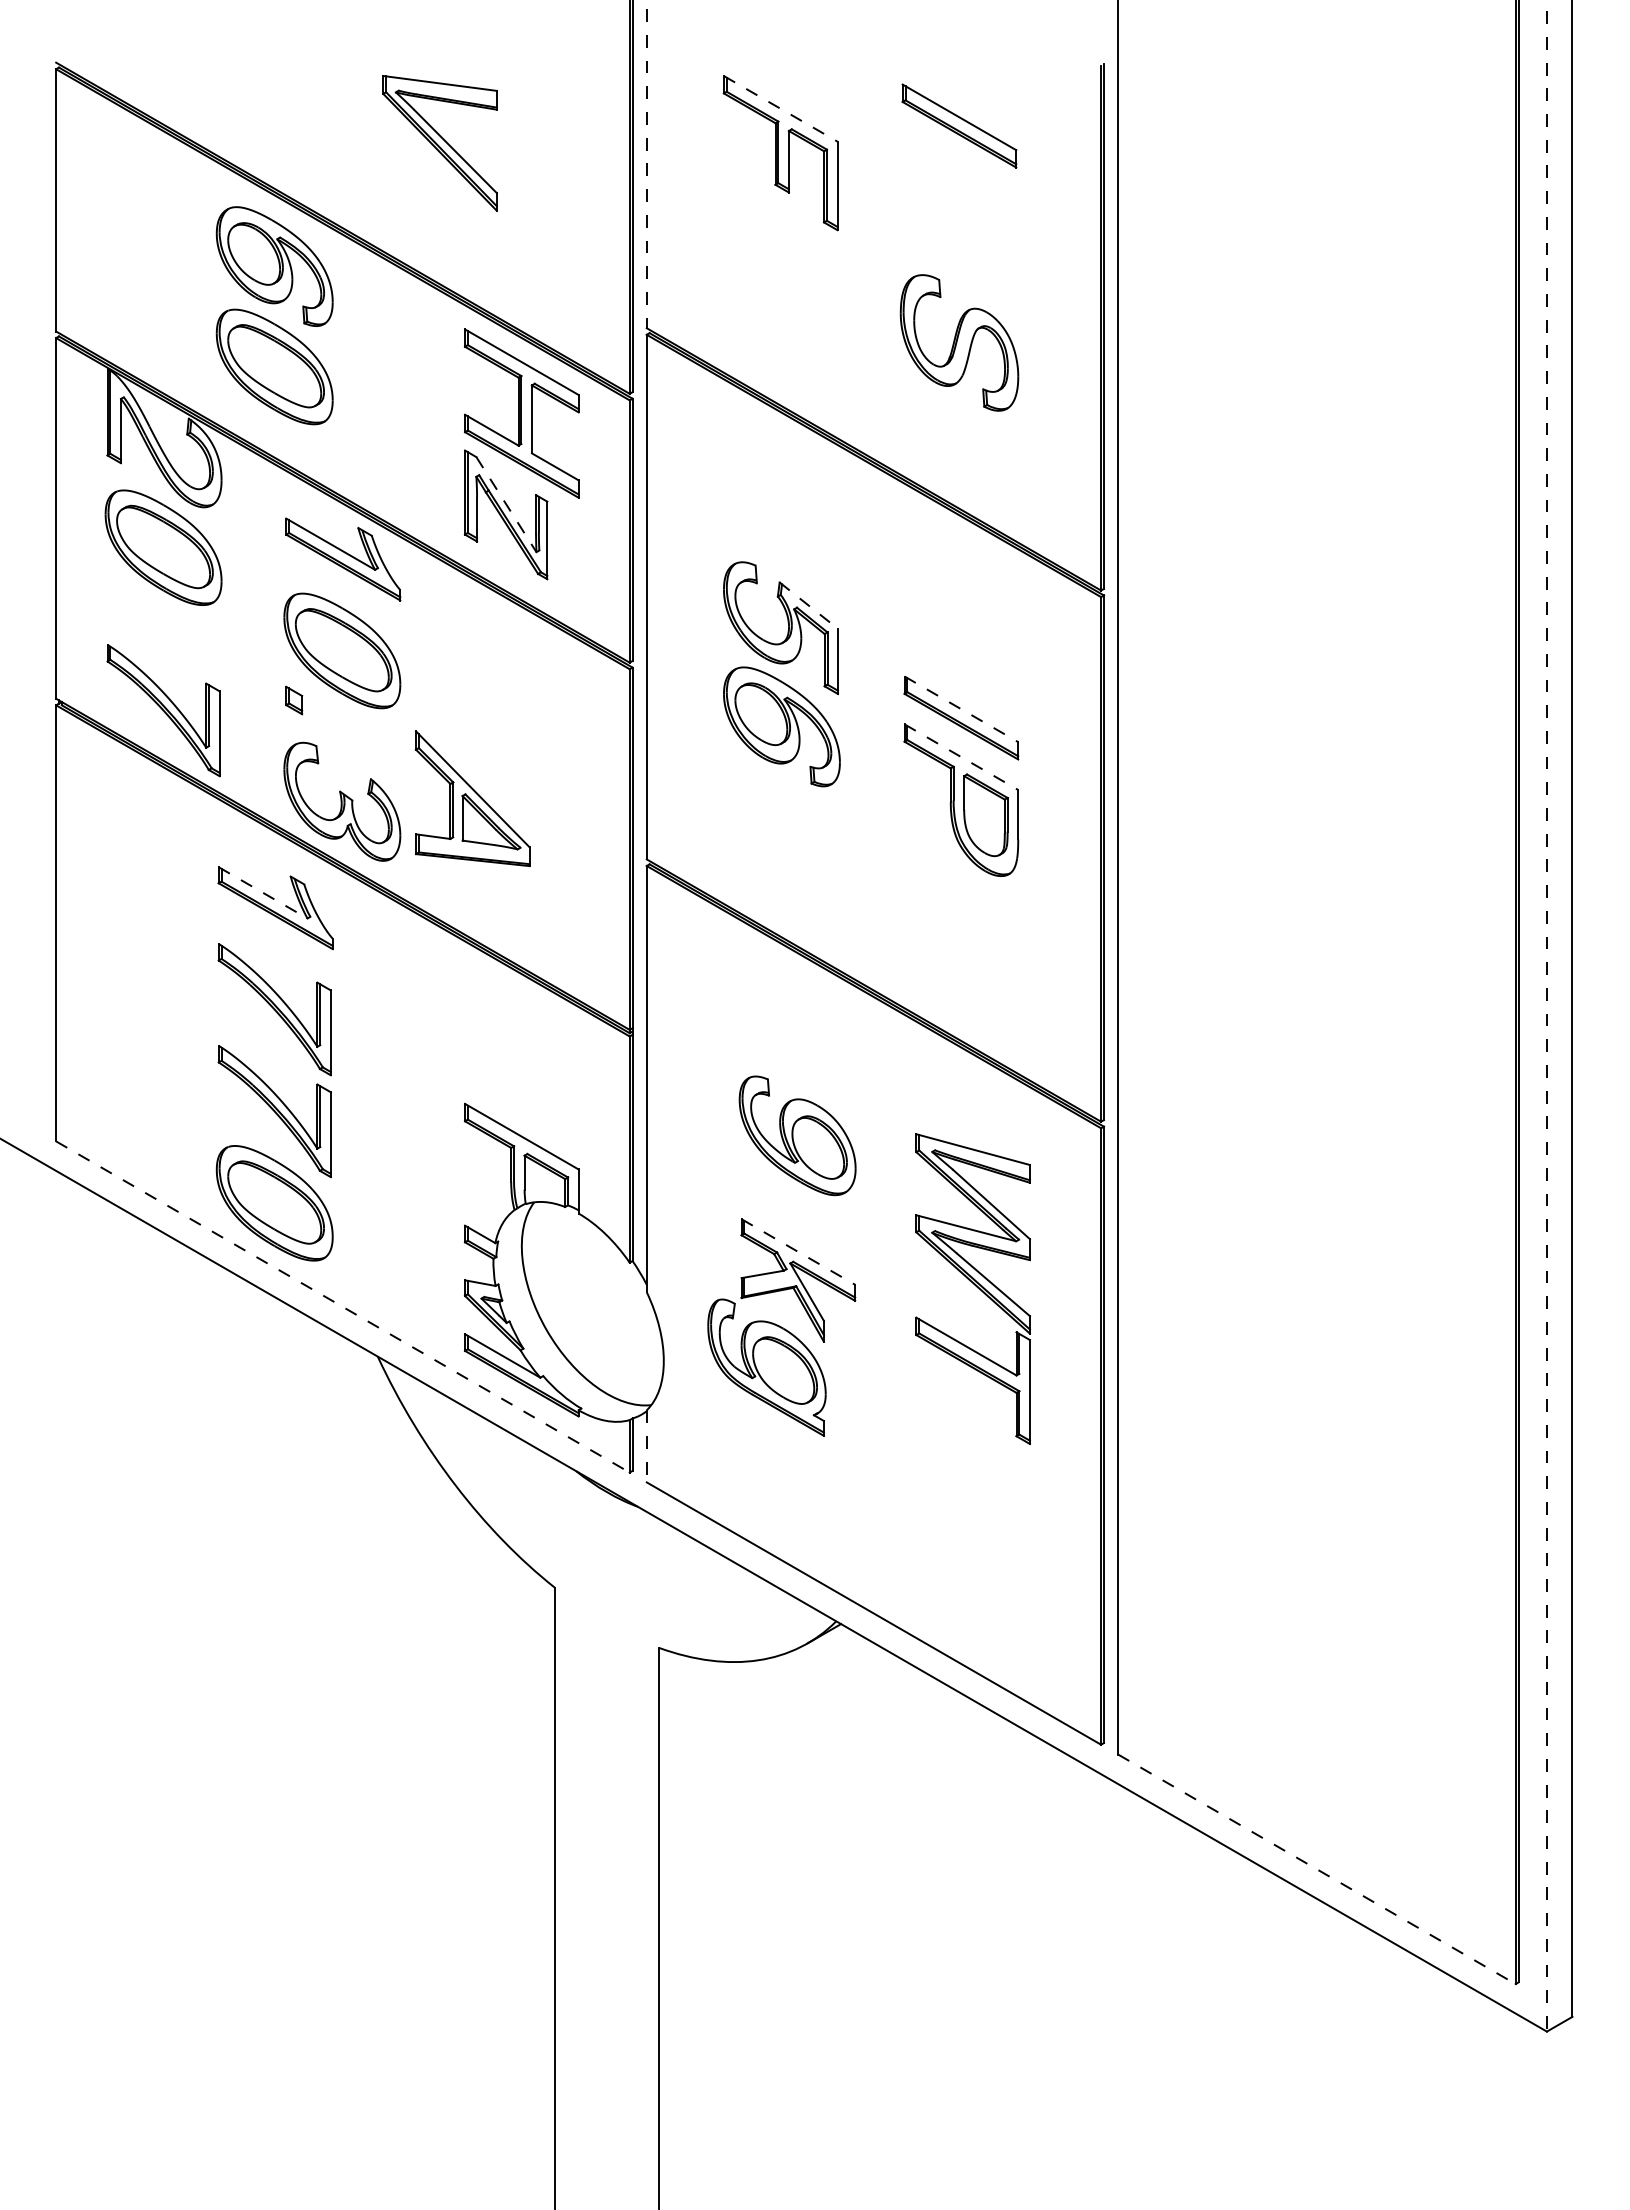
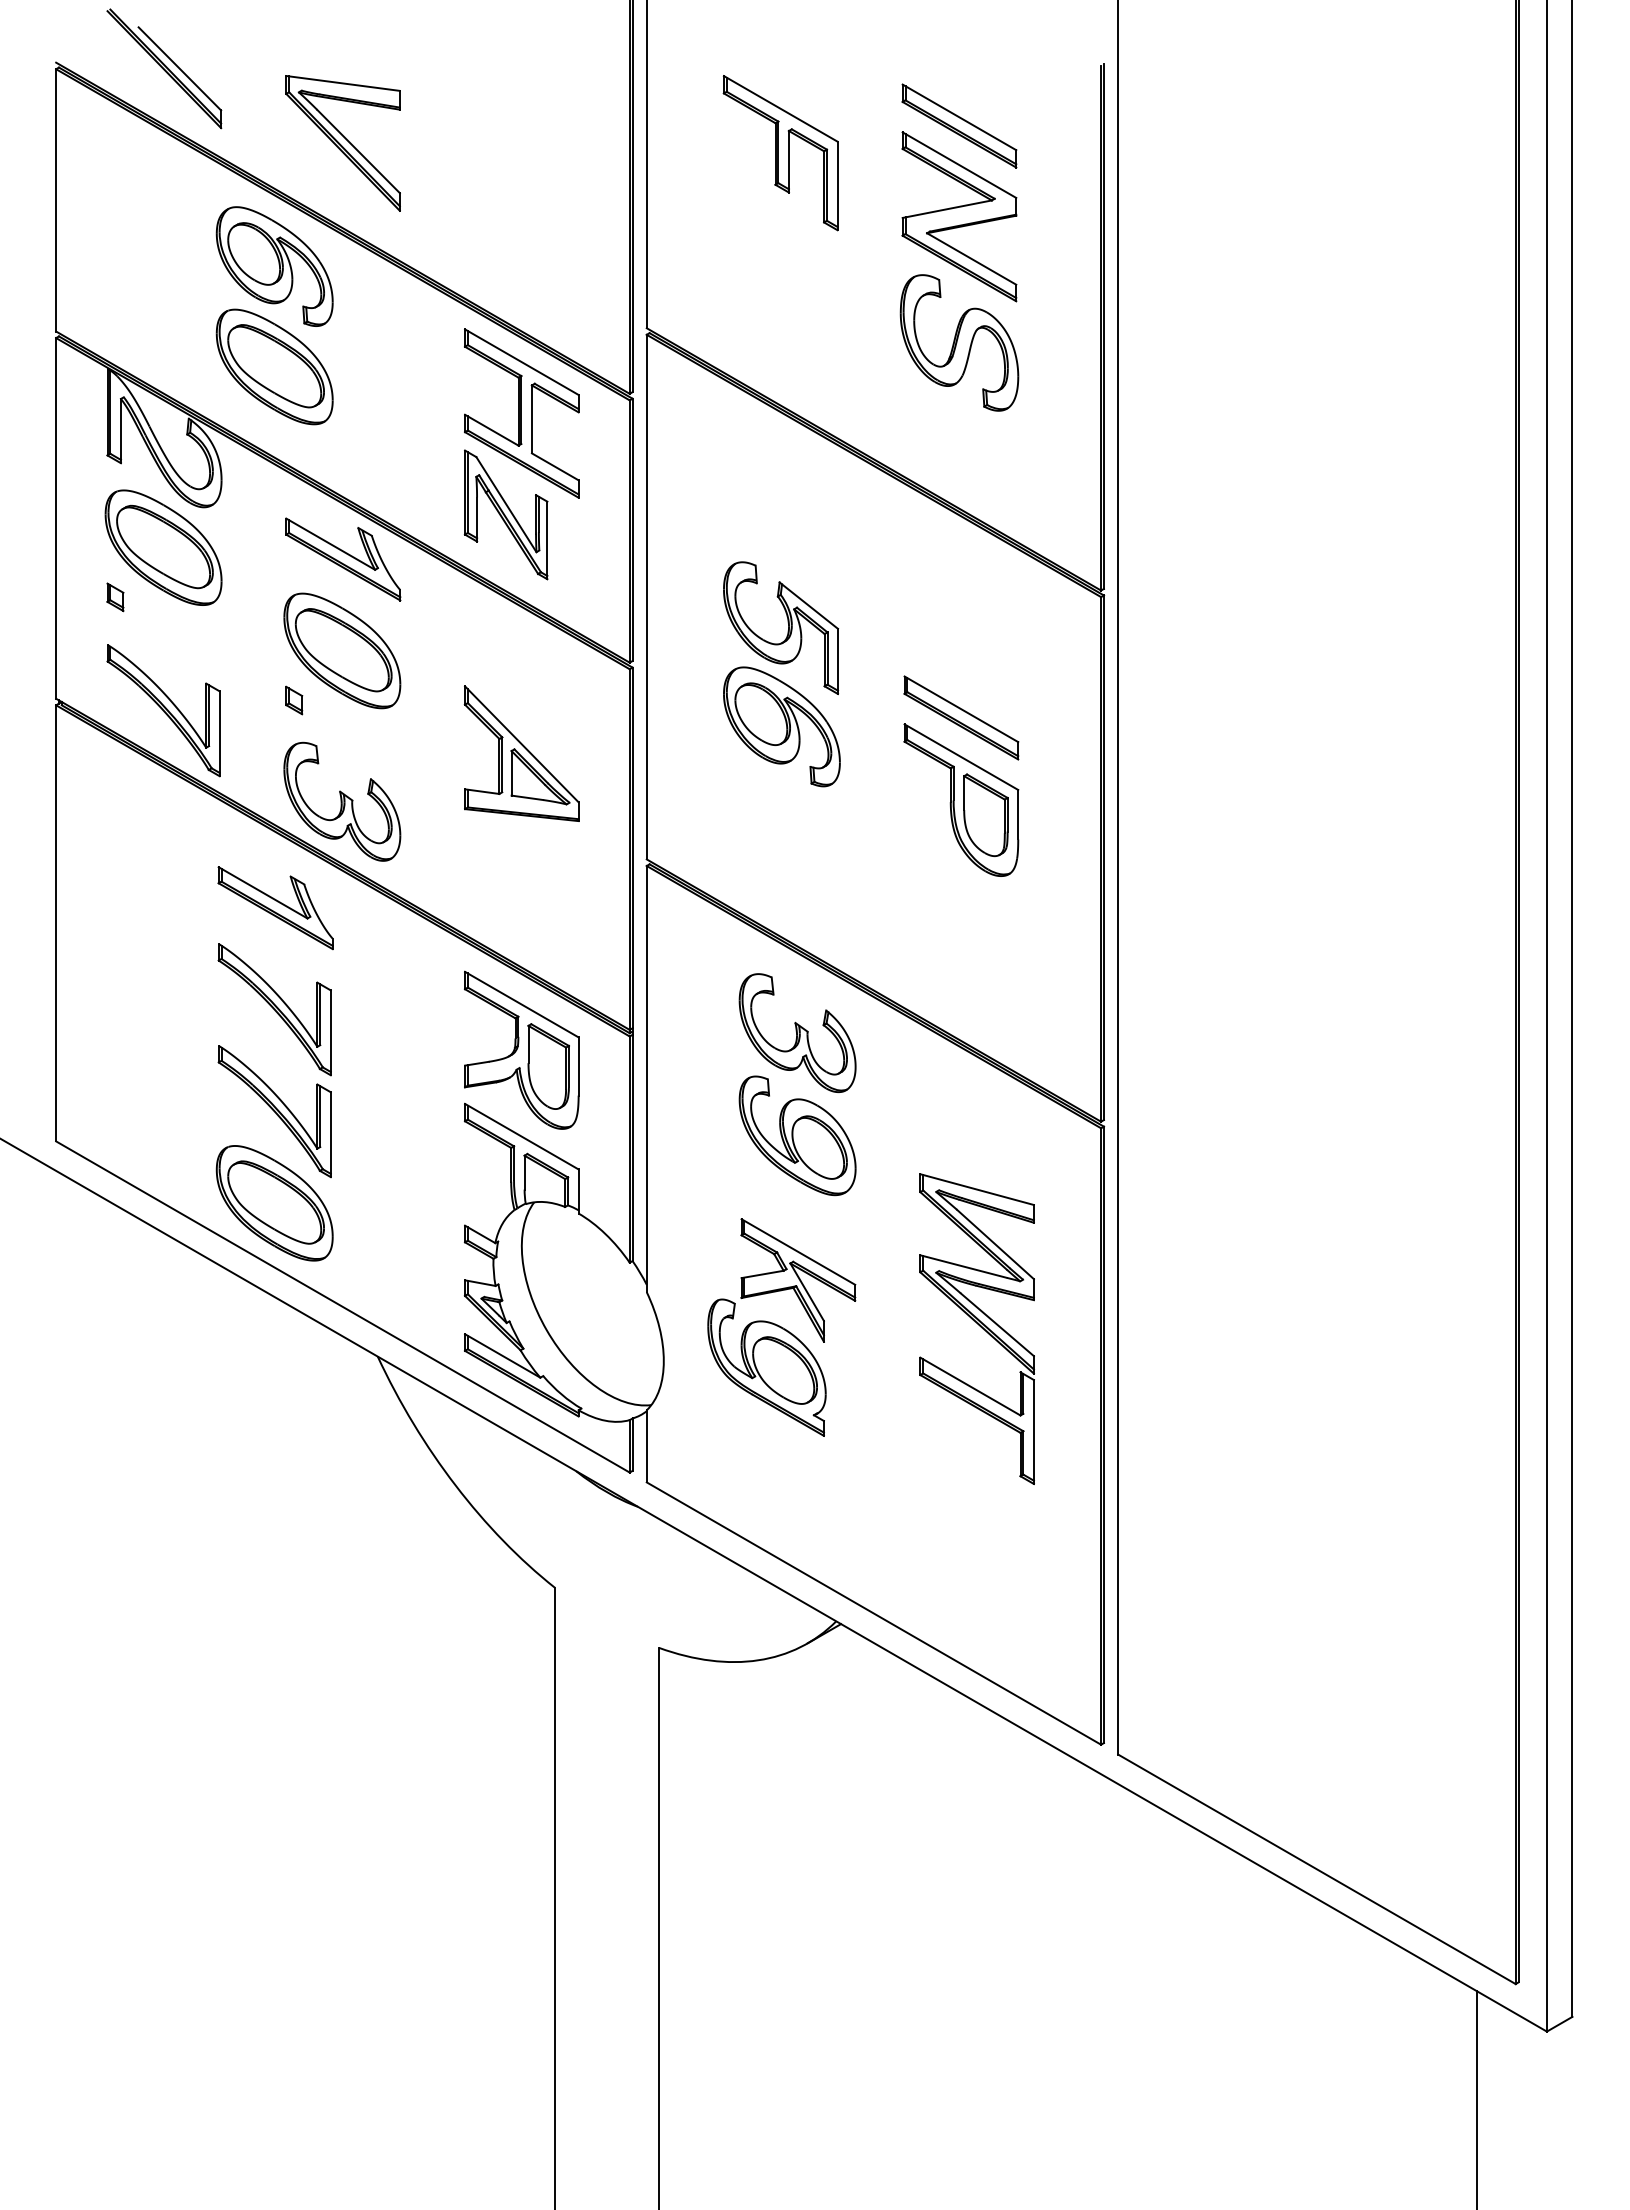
part at (164, 68): none -> present
line at (780, 108): dashed -> solid
part at (439, 143) position: (439, 143) -> (342, 143)
line at (646, 164): dashed -> solid
part at (959, 216): none -> present
line at (506, 505): dashed -> solid
part at (115, 597): none -> present
line at (809, 605): dashed -> solid
line at (961, 709): dashed -> solid
line at (961, 757): dashed -> solid
part at (472, 798) position: (472, 798) -> (521, 753)
line at (263, 893): dashed -> solid
line at (1546, 1016): dashed -> solid
part at (797, 1032): none -> present
part at (521, 1049): none -> present
line at (798, 1252): dashed -> solid
part at (972, 1288) position: (972, 1288) -> (976, 1328)
line at (343, 1307): dashed -> solid
line at (646, 1446): dashed -> solid
line at (1316, 1869): dashed -> solid
line at (1476, 2098): none -> present
